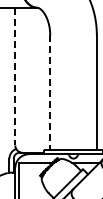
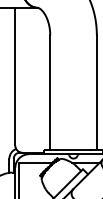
line at (15, 76): dashed -> solid
line at (50, 93): dashed -> solid
